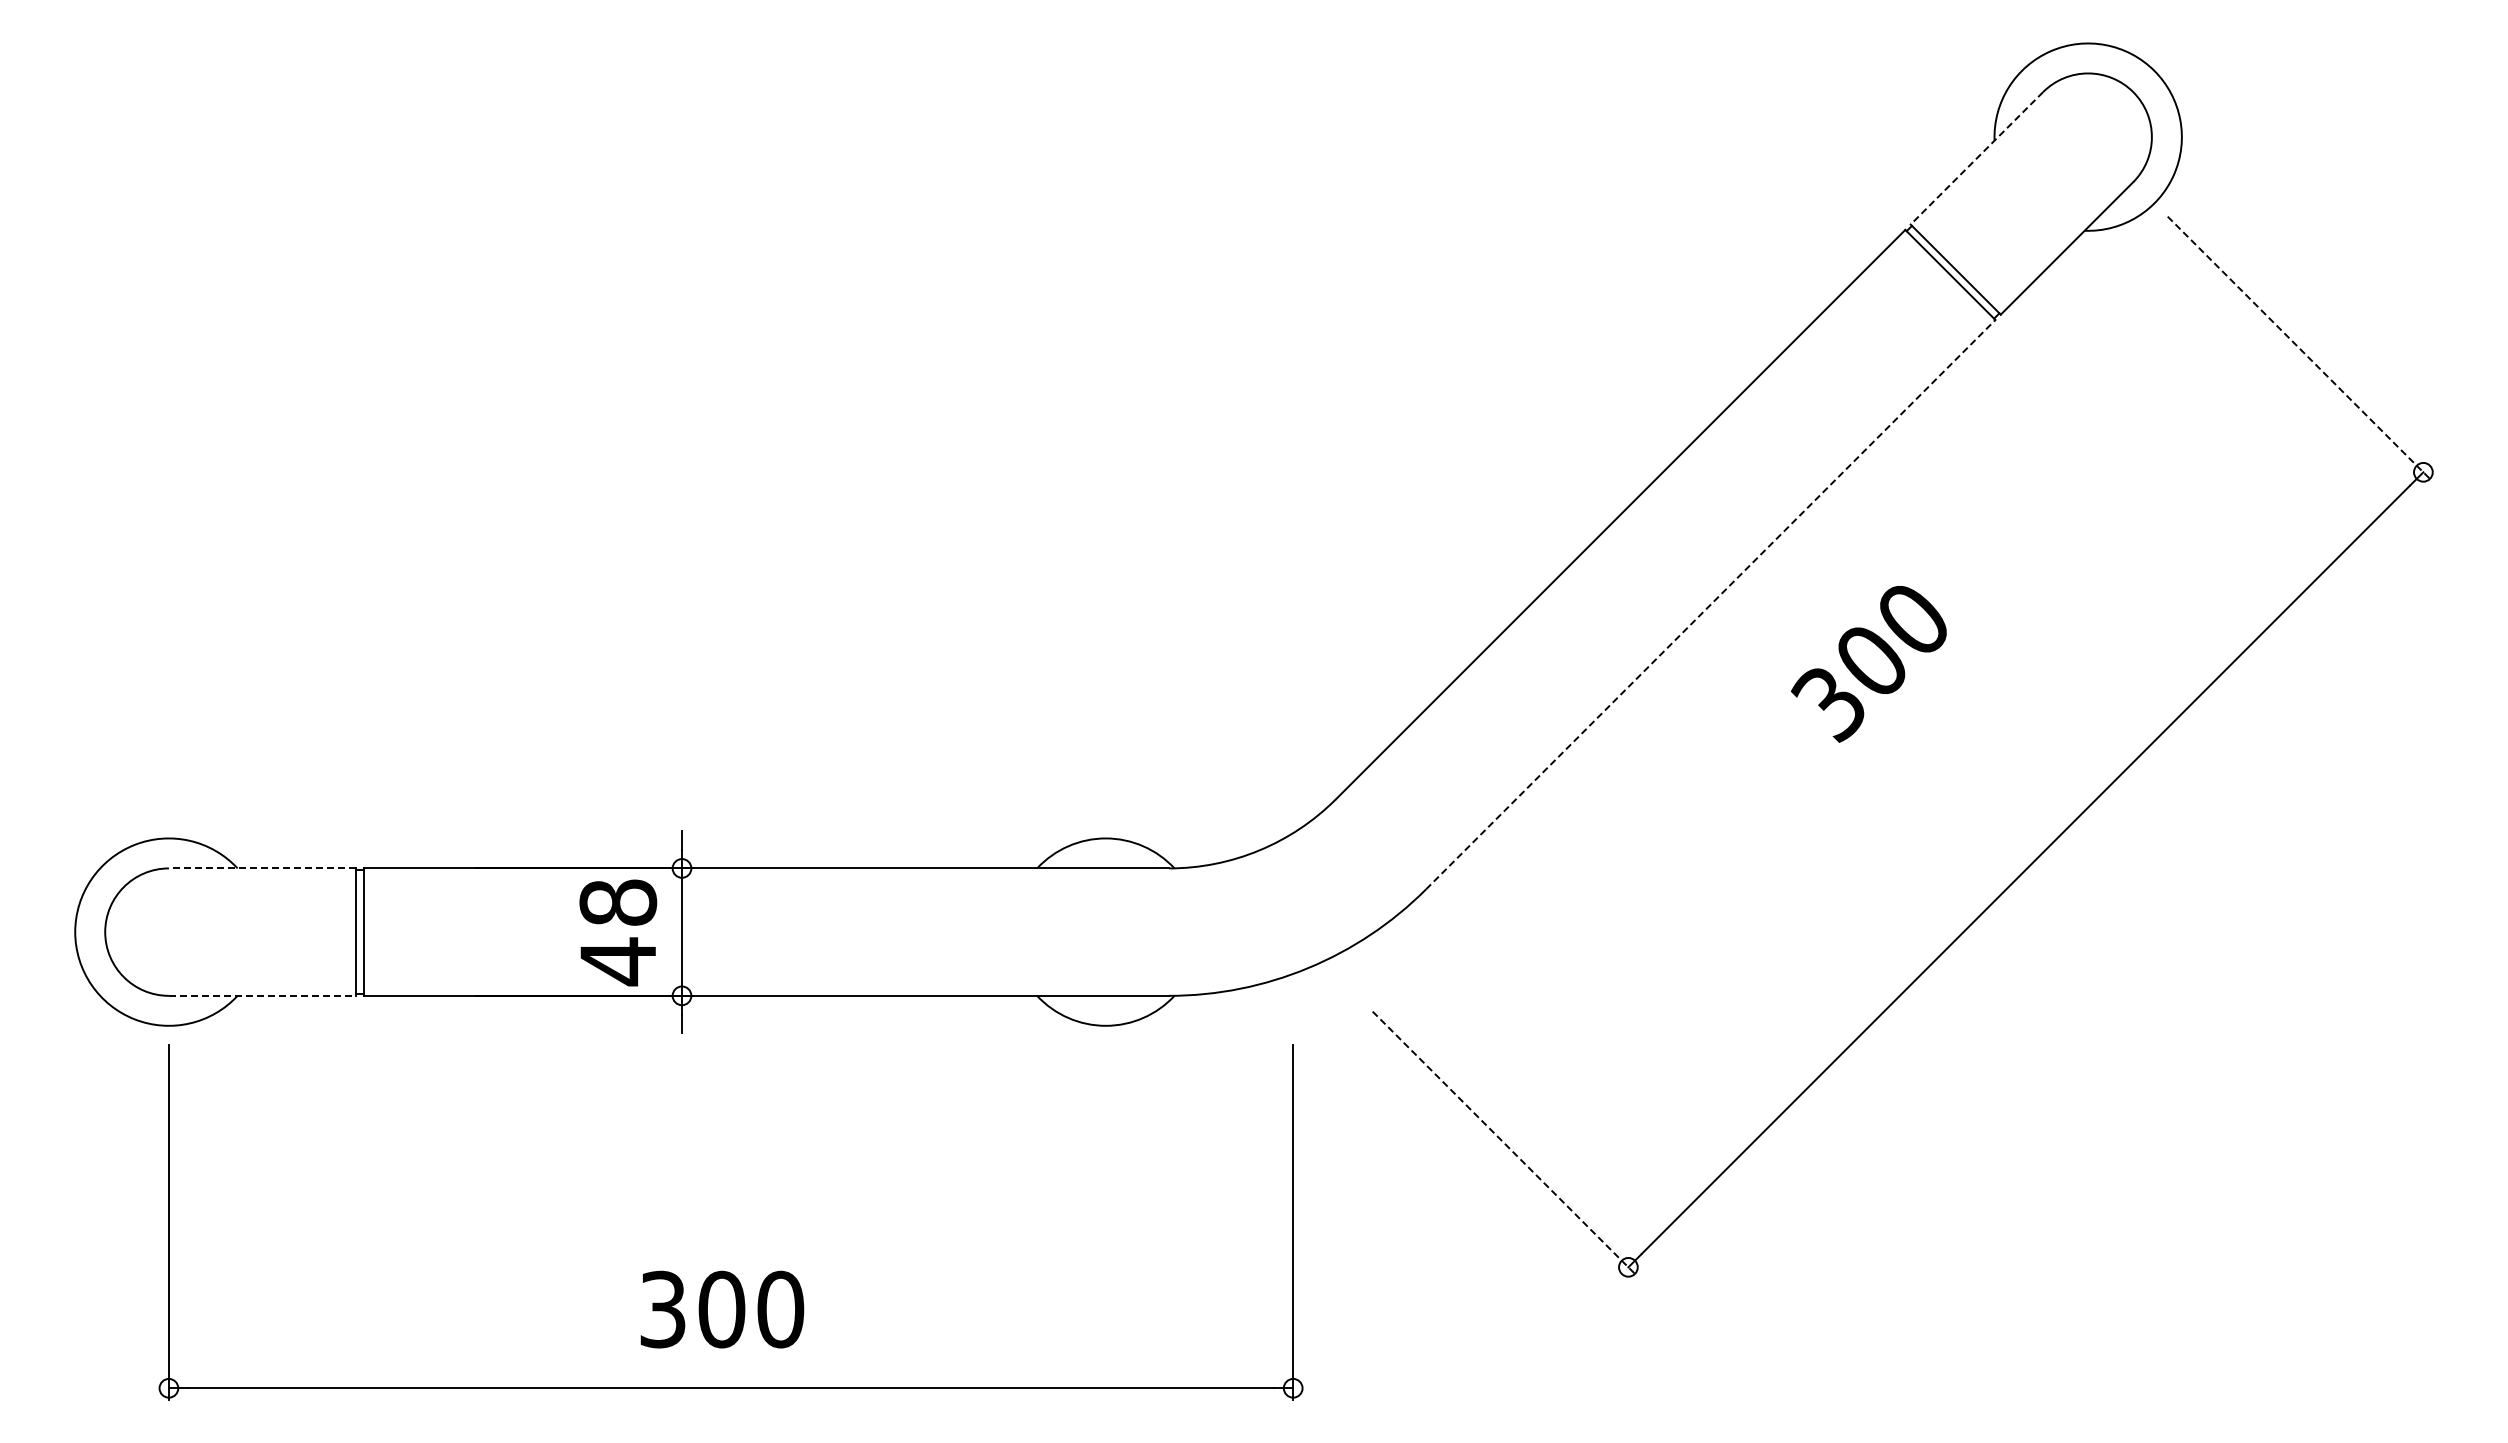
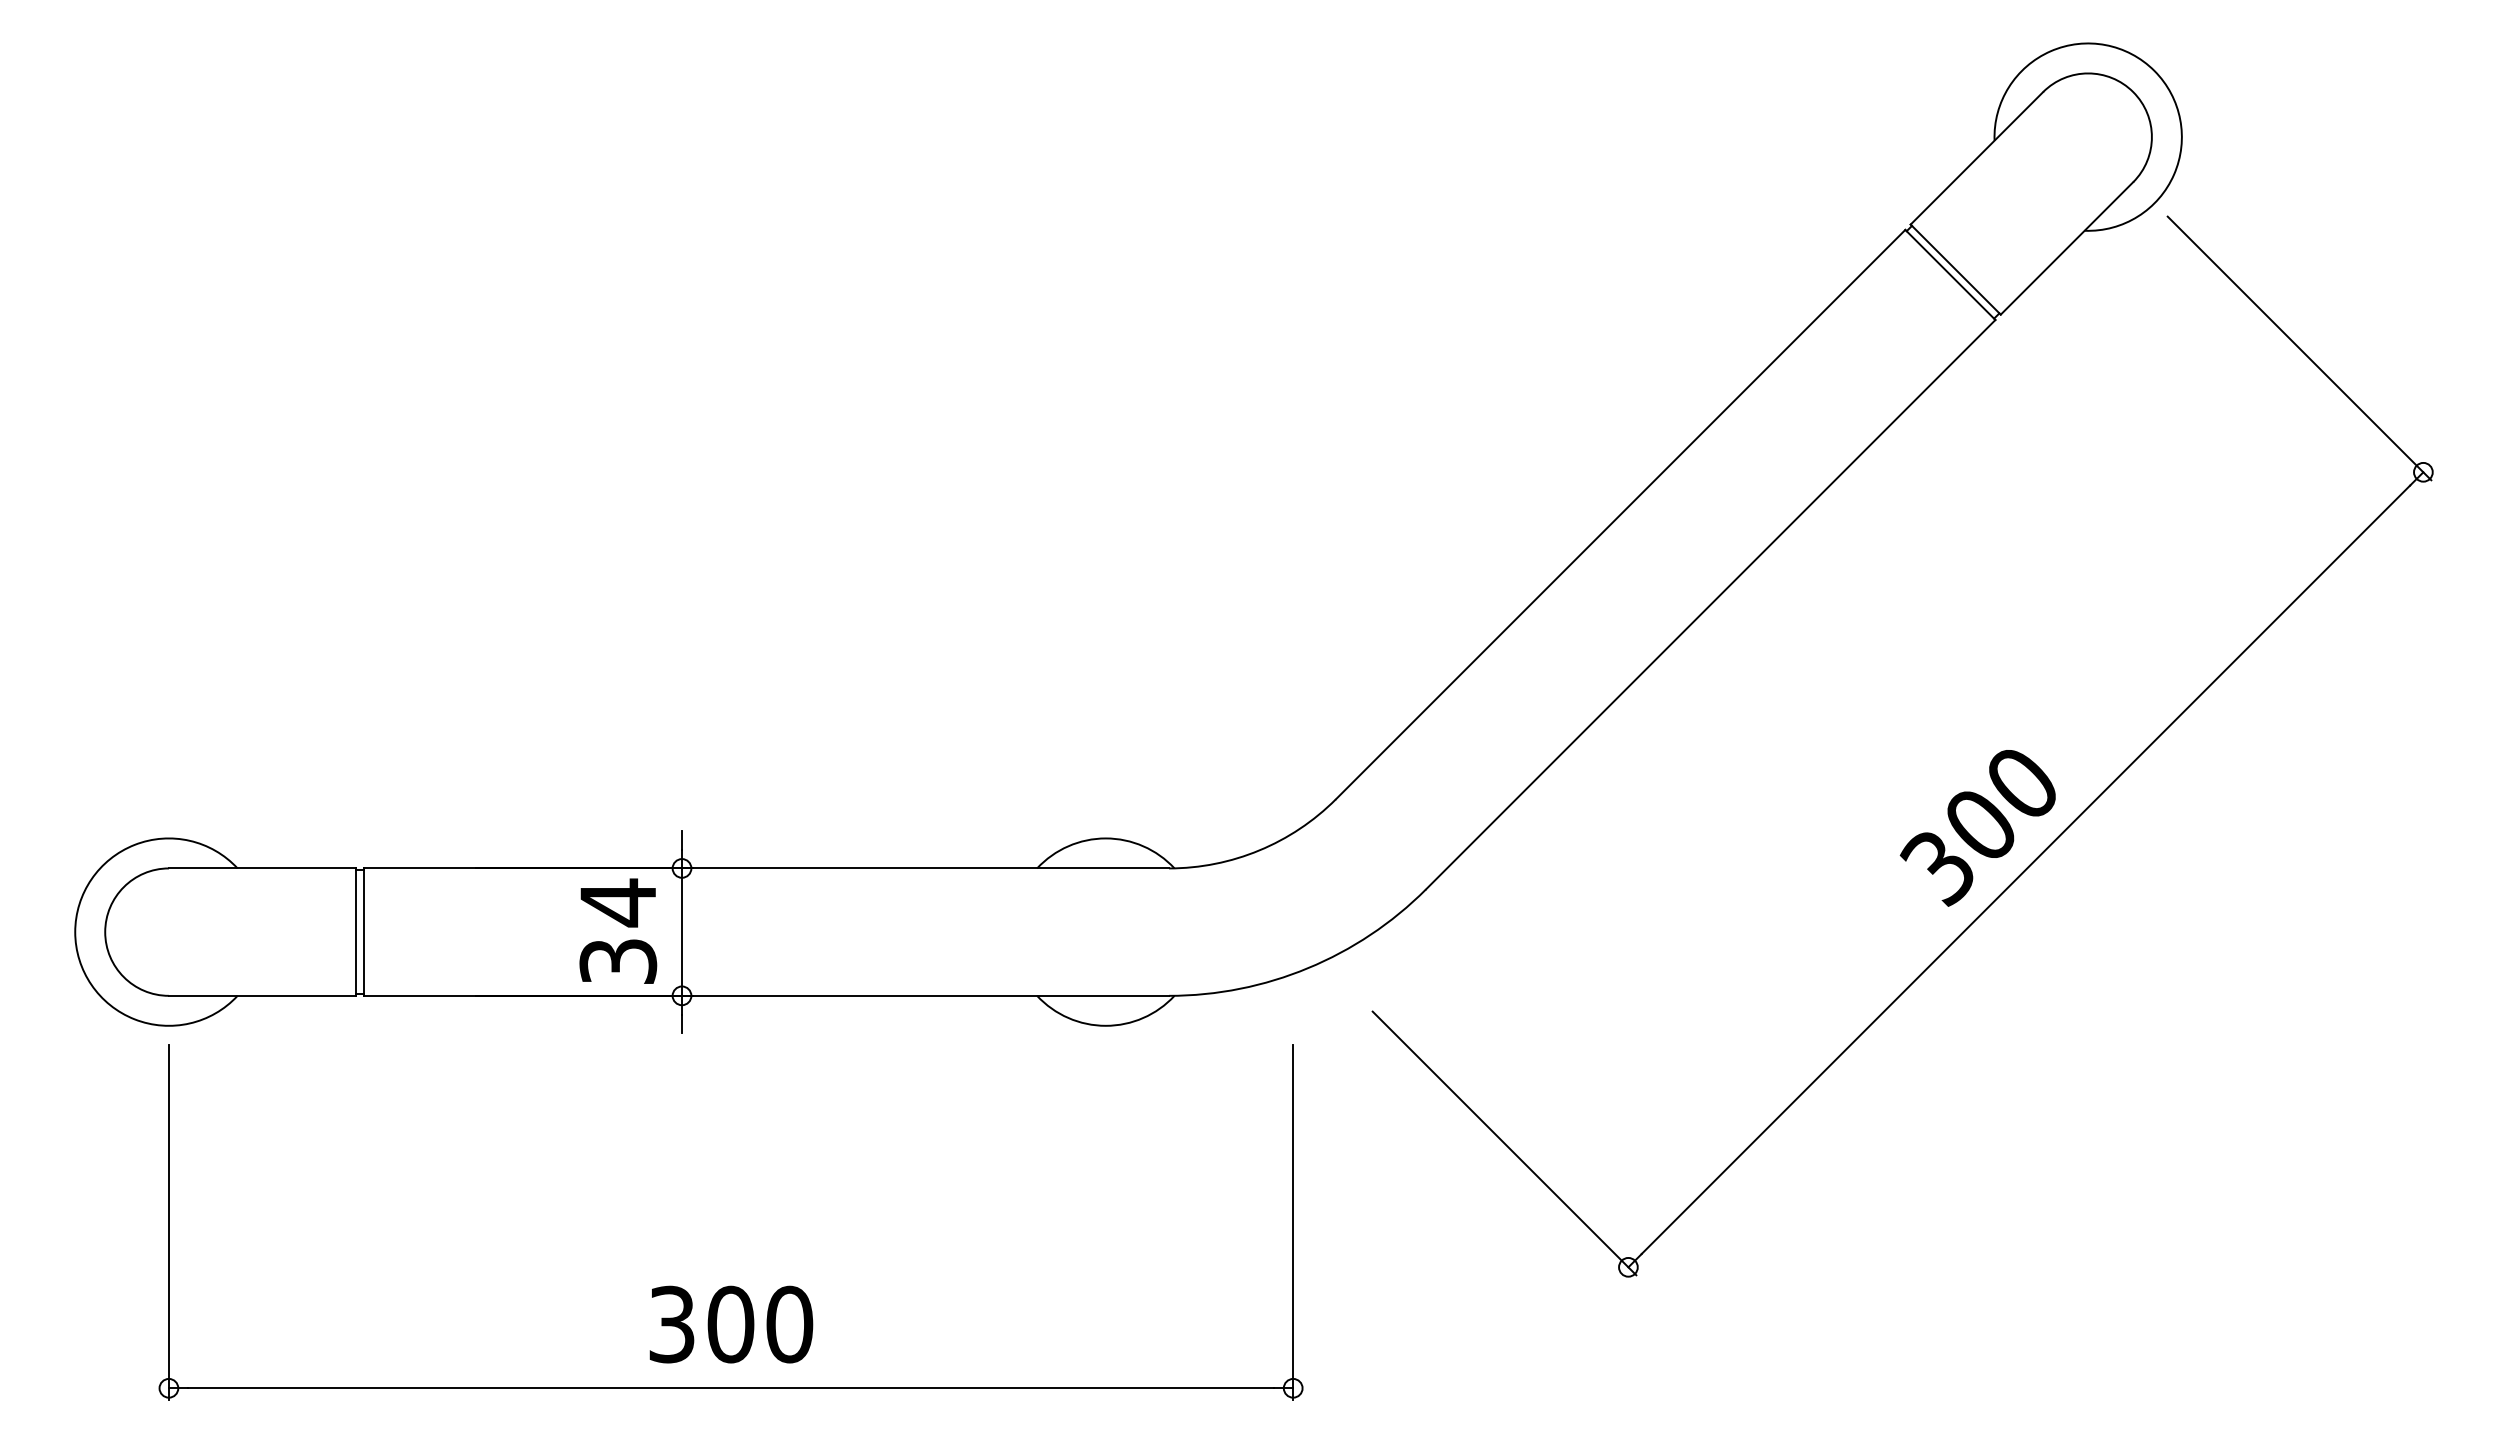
line at (1976, 158): dashed -> solid
line at (2299, 348): dashed -> solid
line at (1710, 604): dashed -> solid
text at (1868, 664) position: (1868, 664) -> (1977, 828)
line at (262, 868): dashed -> solid
text at (618, 932): 48 -> 34
line at (262, 995): dashed -> solid
line at (1504, 1143): dashed -> solid
text at (722, 1309) position: (722, 1309) -> (731, 1324)
